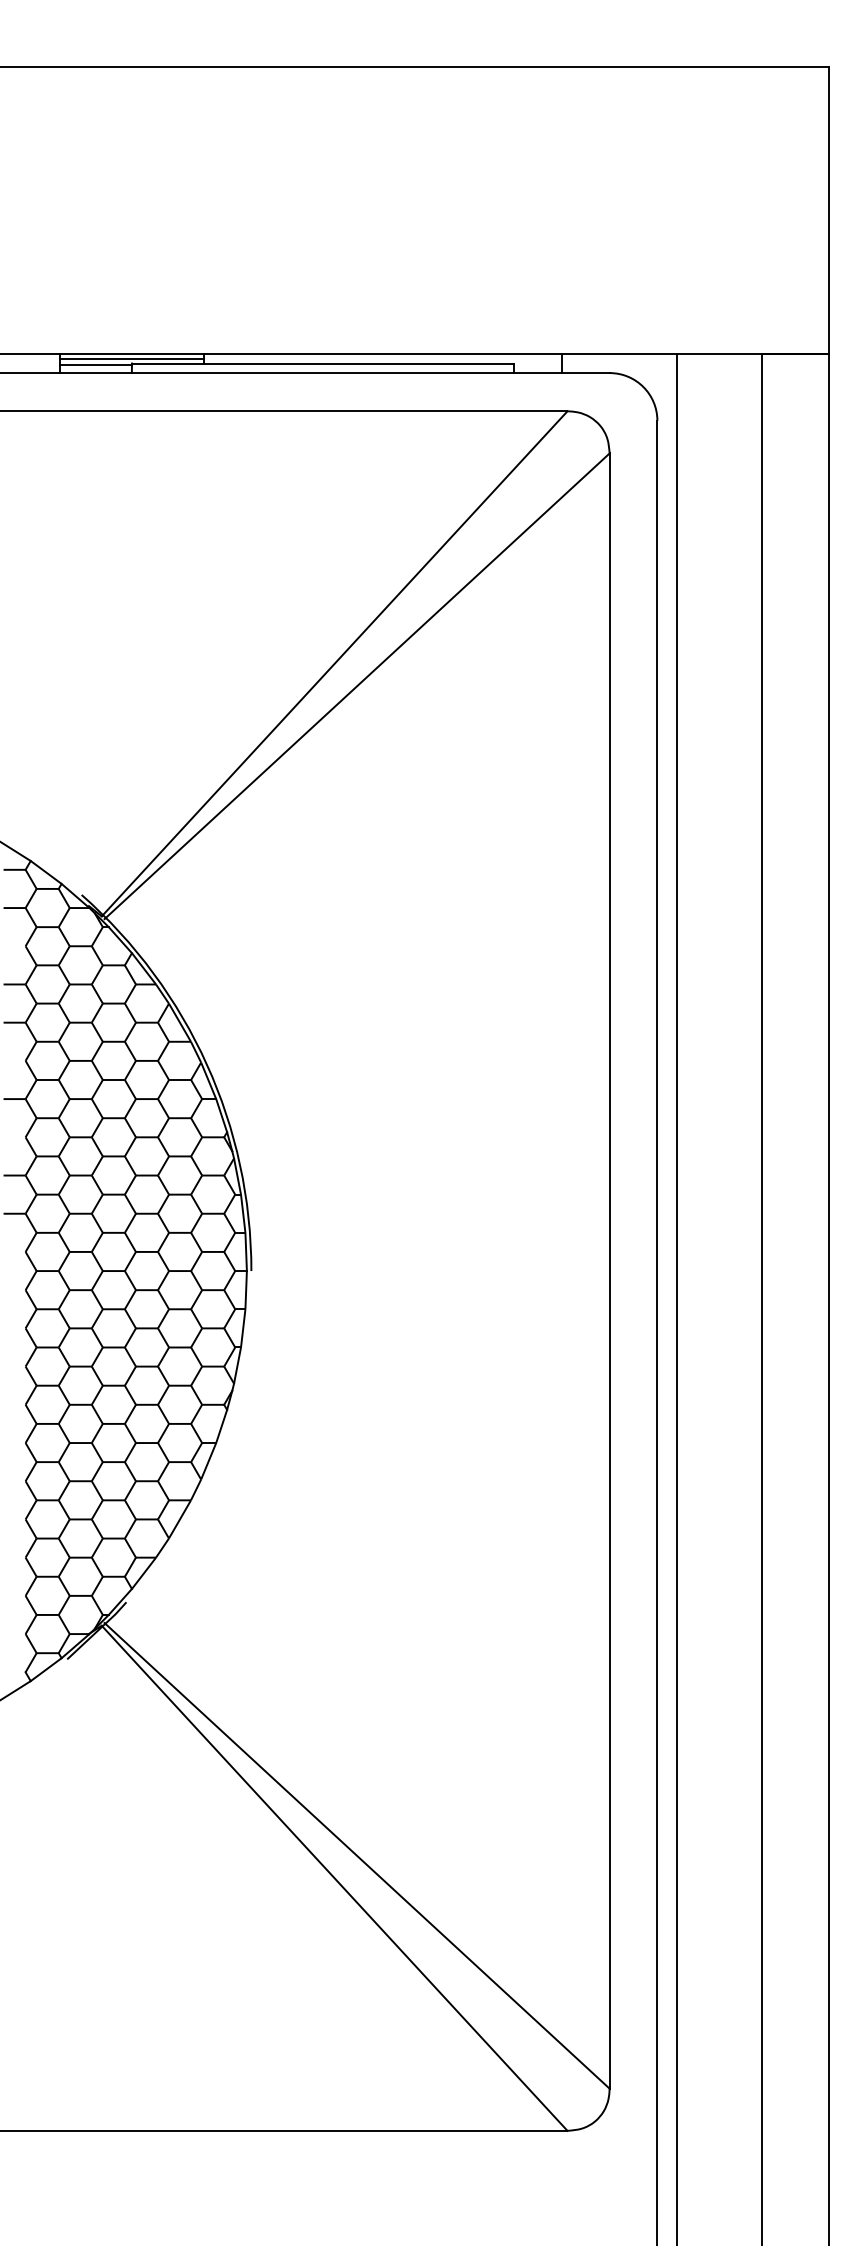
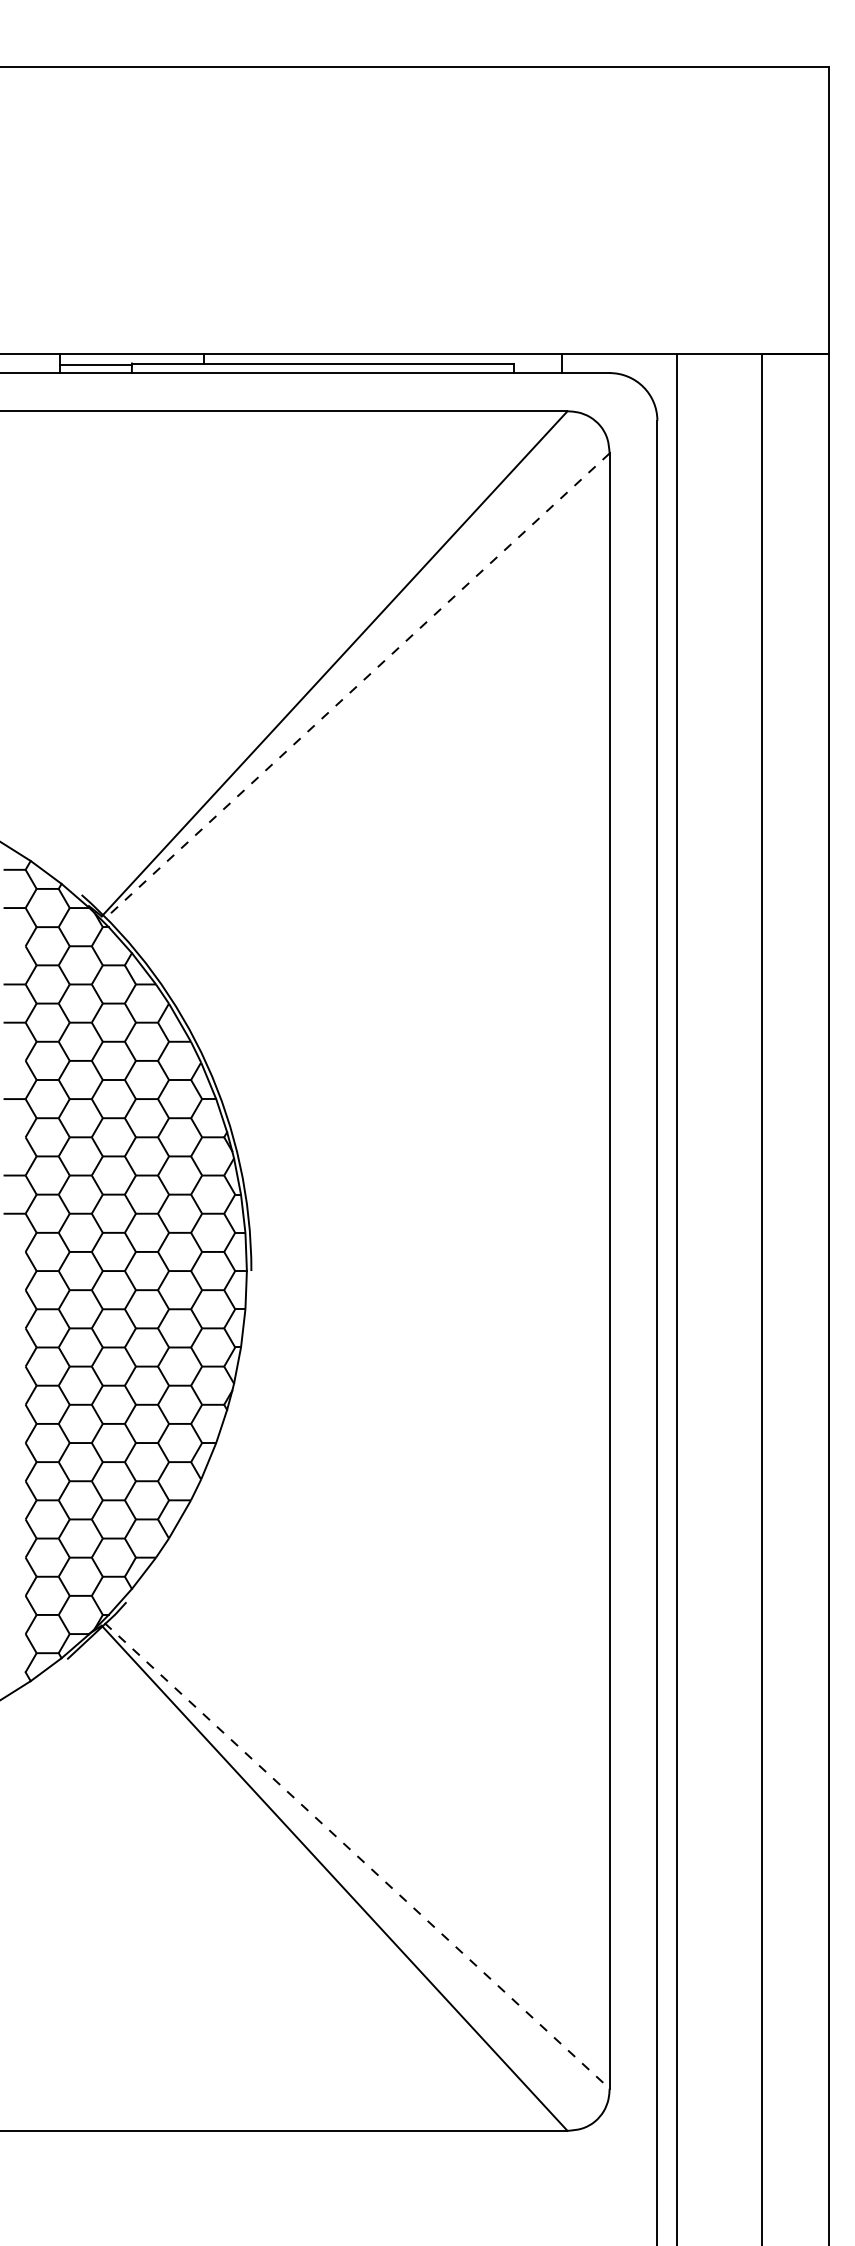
line at (131, 359): present -> none
line at (356, 686): solid -> dashed
line at (357, 1856): solid -> dashed
